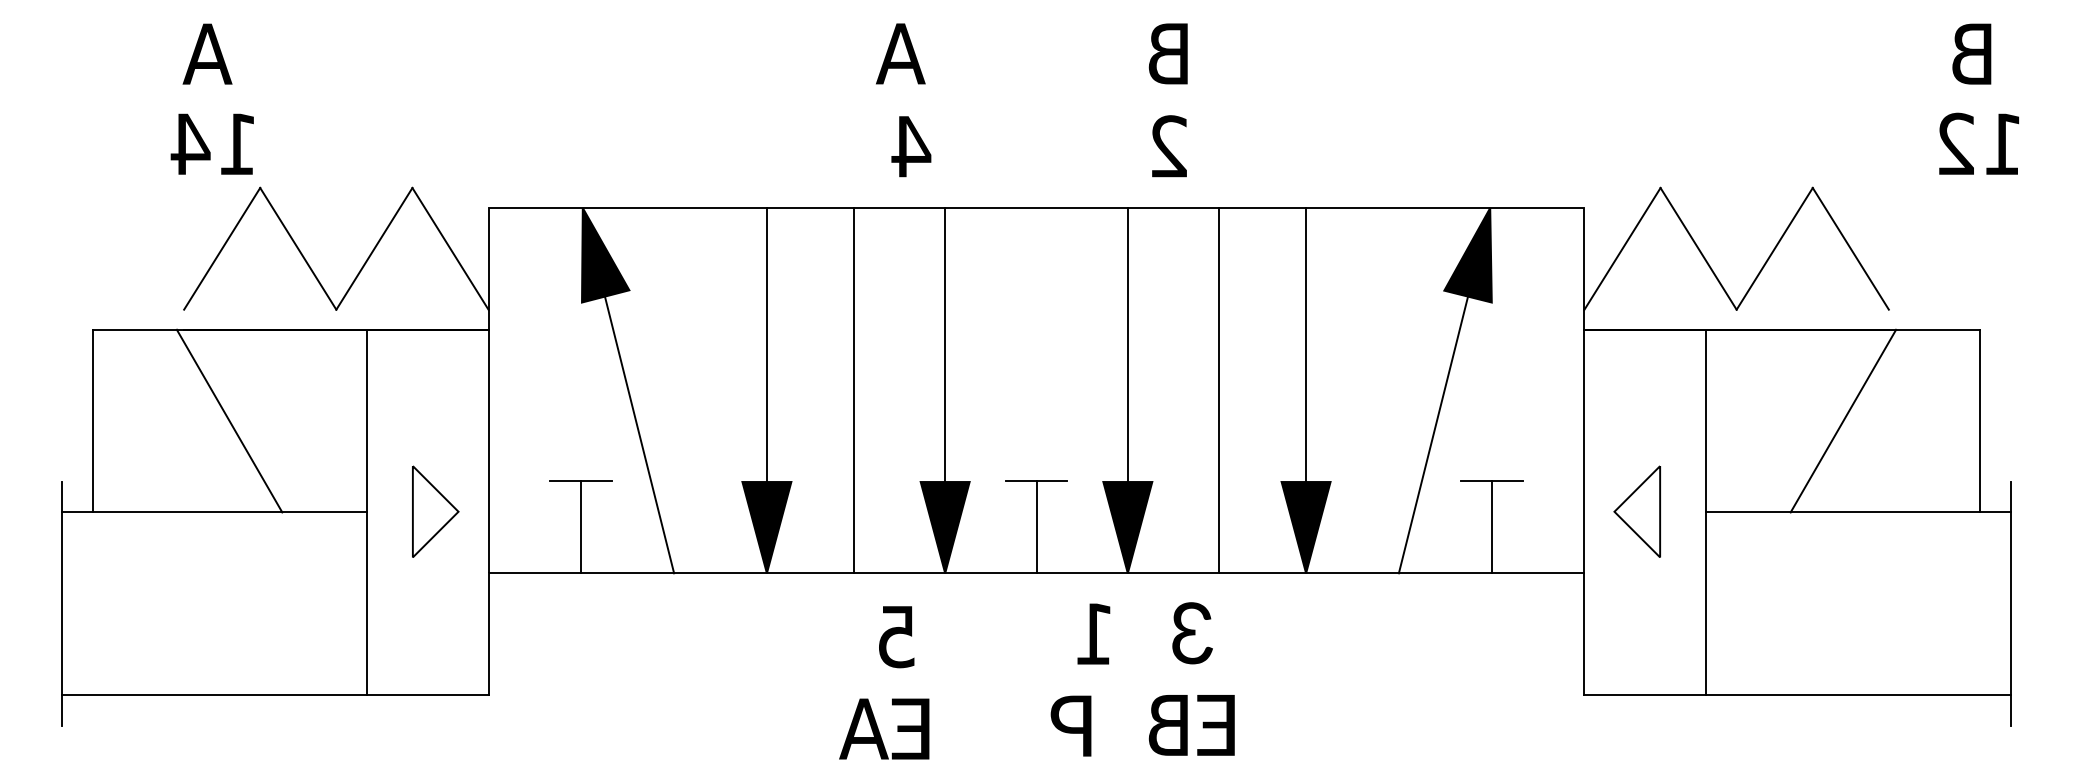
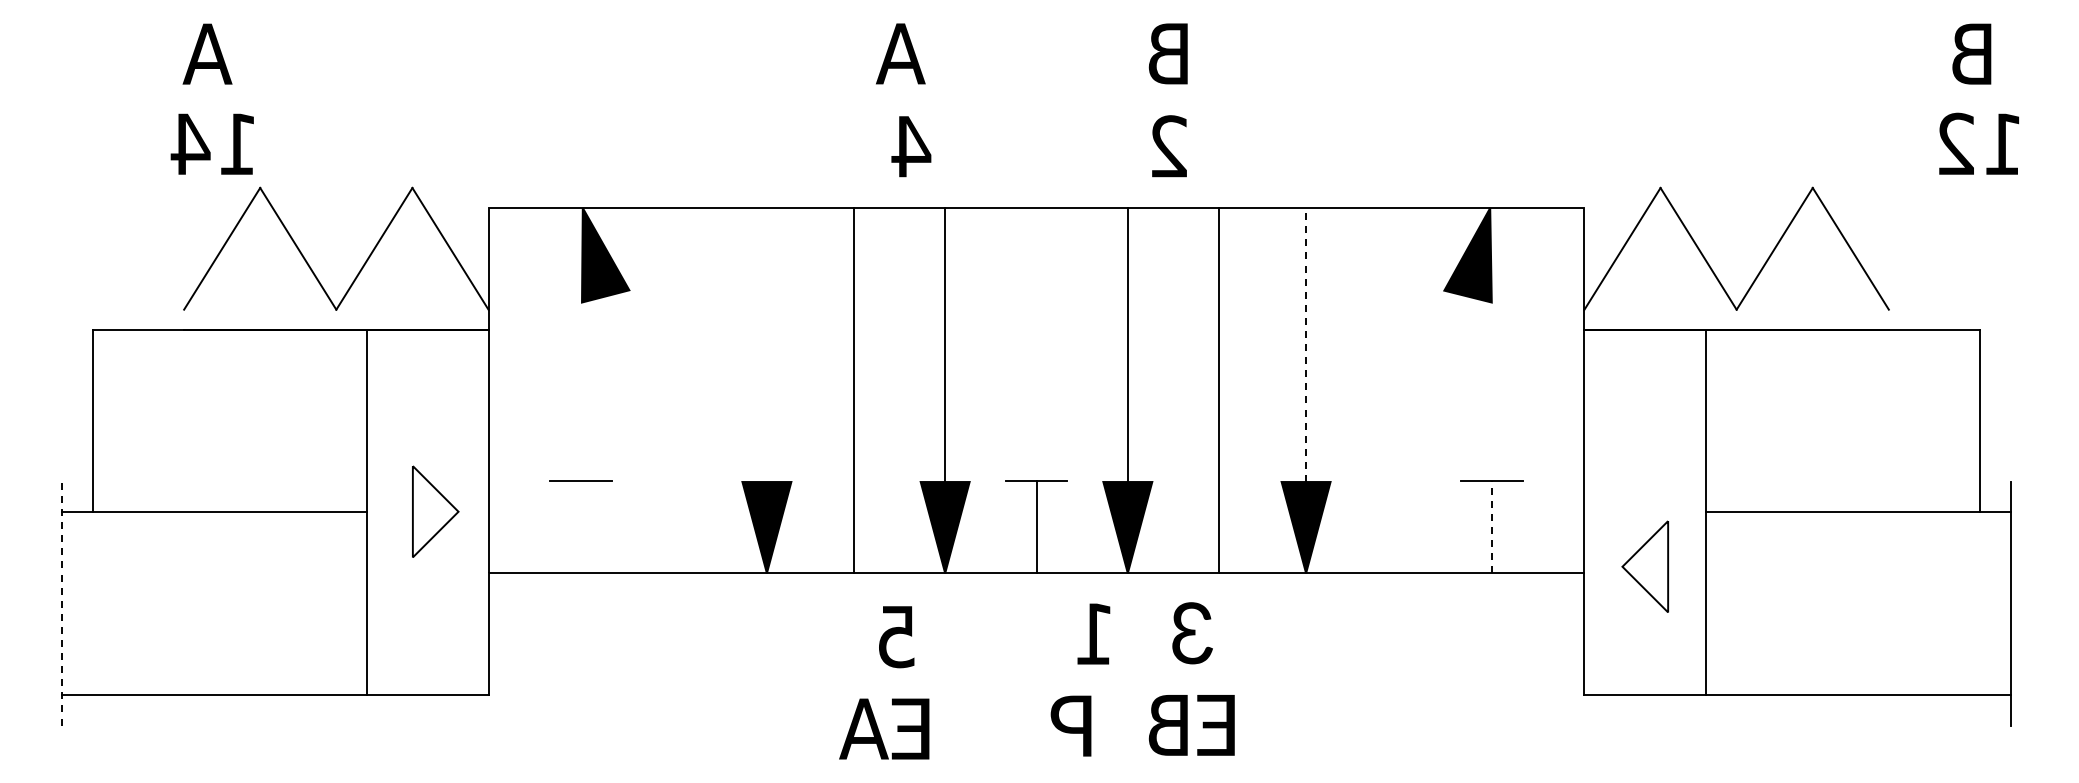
line at (766, 345): present -> none
line at (1306, 345): solid -> dashed
line at (229, 420): present -> none
line at (1843, 420): present -> none
line at (639, 434): present -> none
line at (1433, 434): present -> none
part at (1636, 511) position: (1636, 511) -> (1644, 566)
line at (581, 526): present -> none
line at (1491, 526): solid -> dashed
line at (62, 603): solid -> dashed
